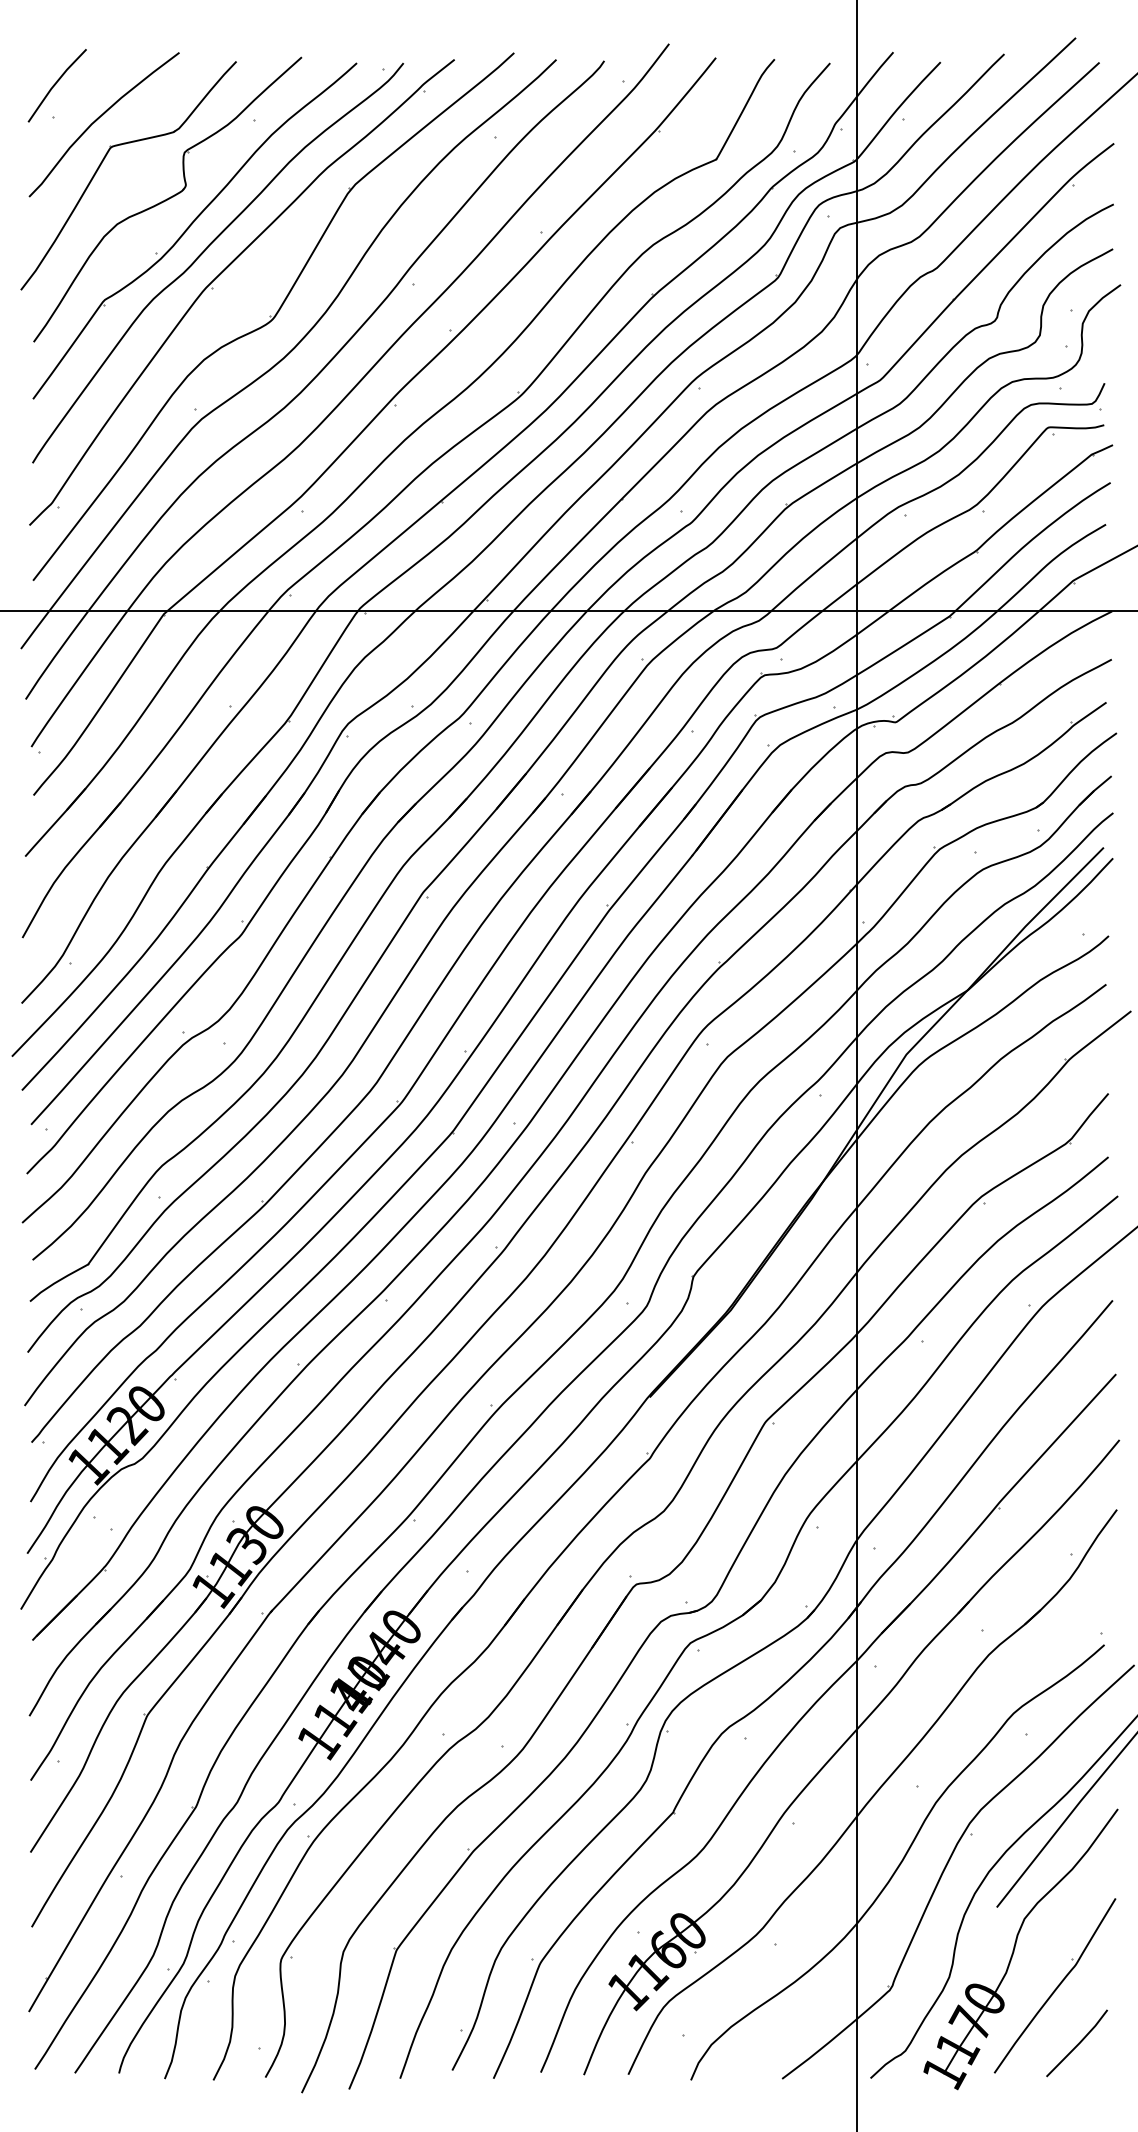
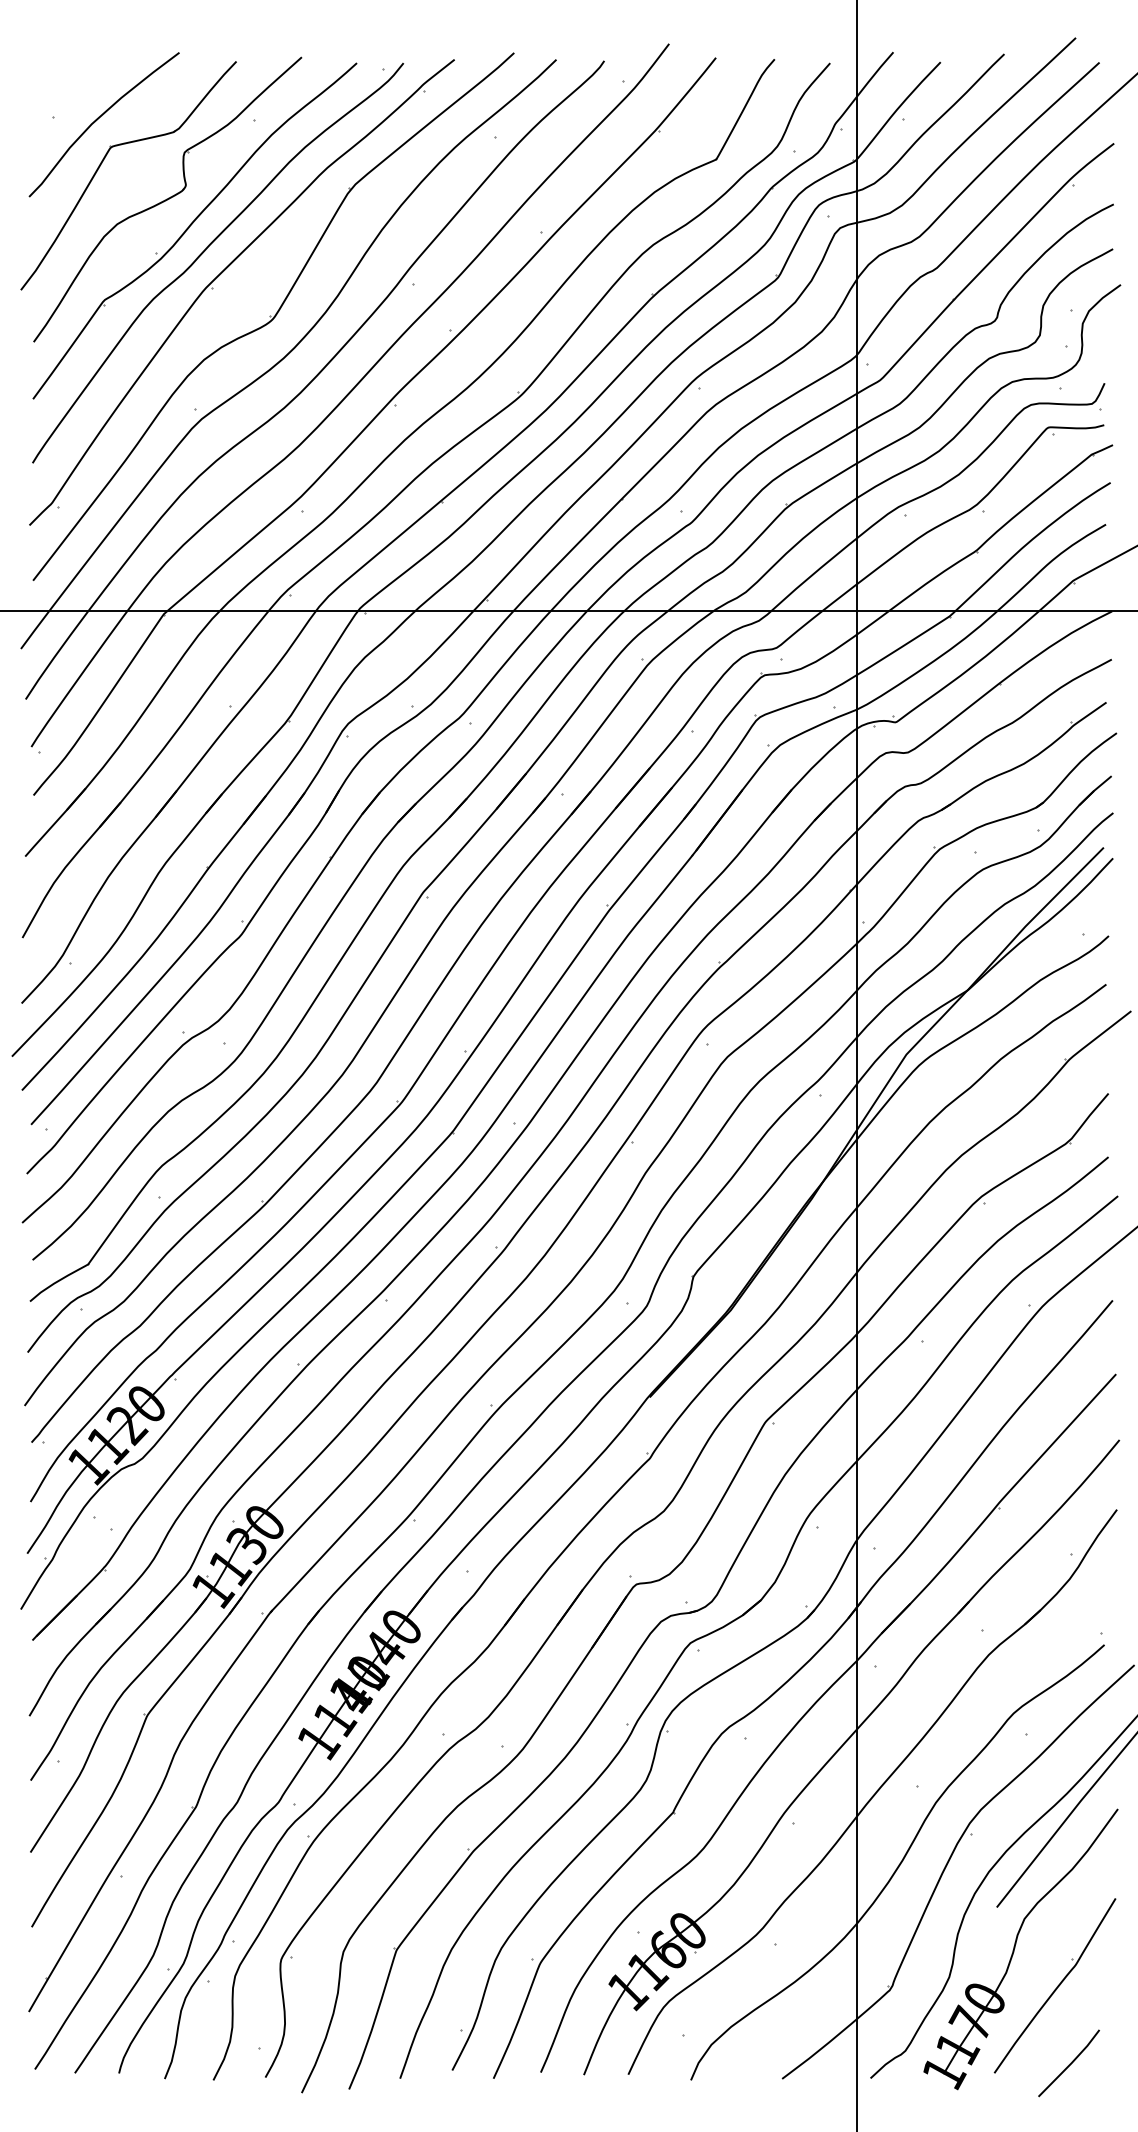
line at (56, 84): present -> none
line at (1077, 2043) position: (1077, 2043) -> (1069, 2063)
